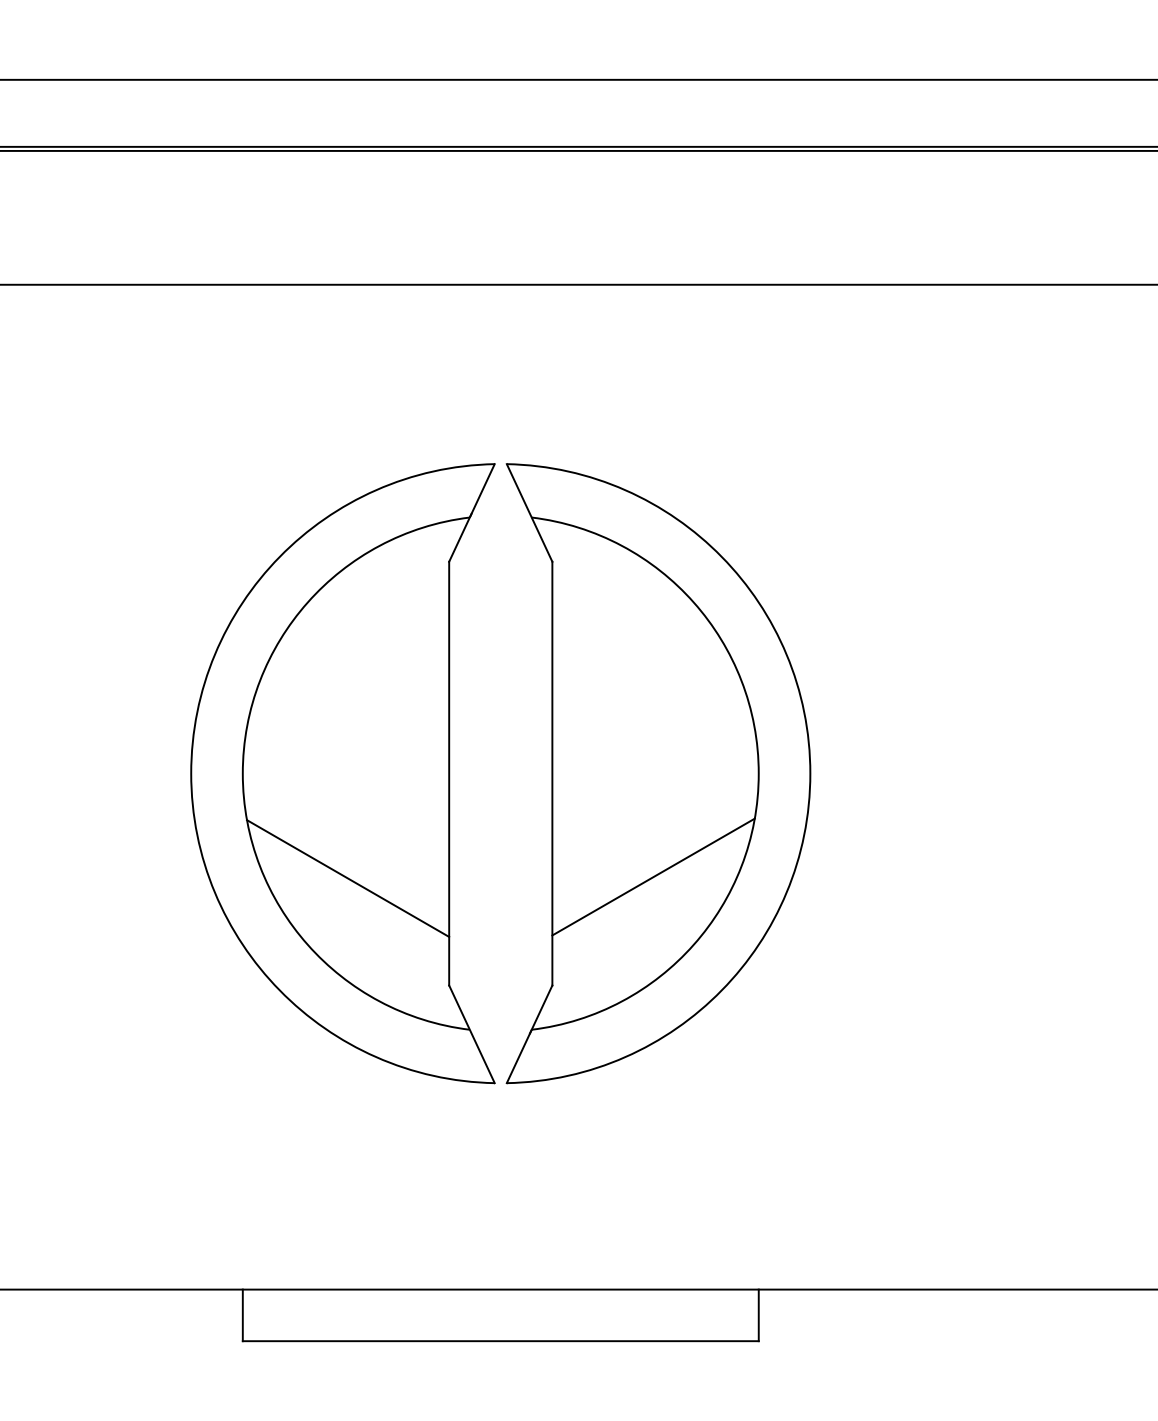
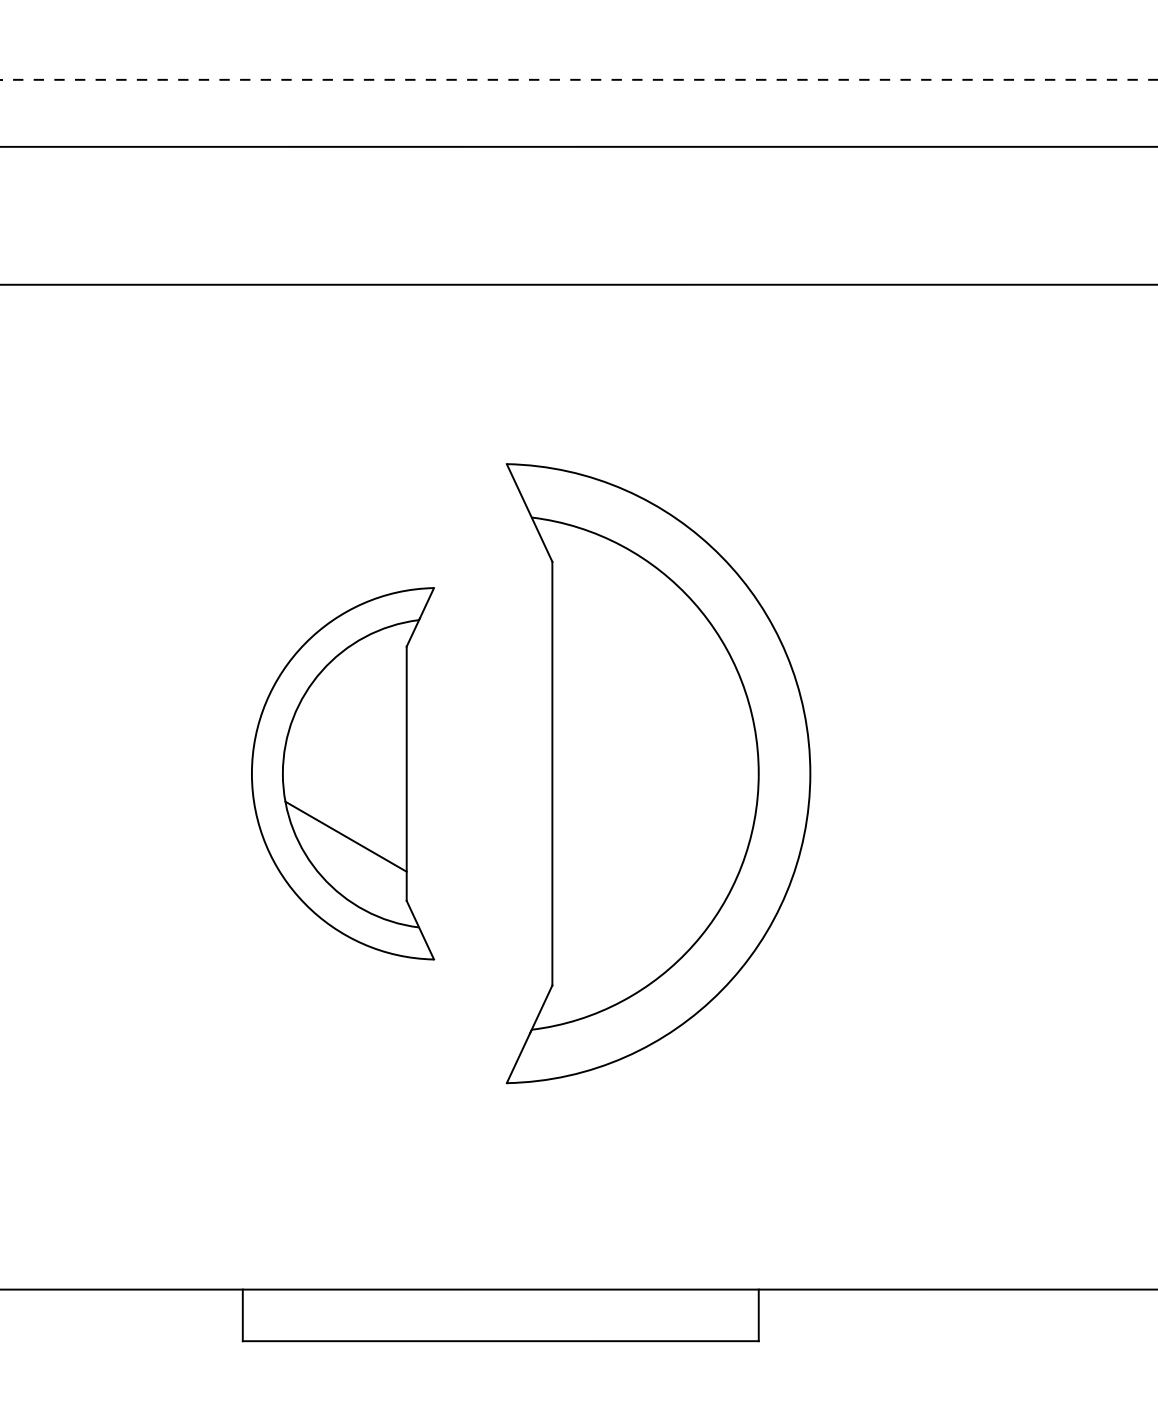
line at (579, 79): solid -> dashed
line at (578, 150): present -> none
part at (342, 773) size: 306x622 px -> 185x374 px
line at (653, 876): present -> none
